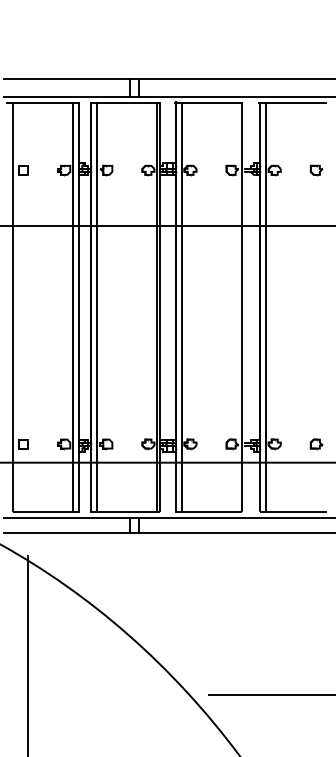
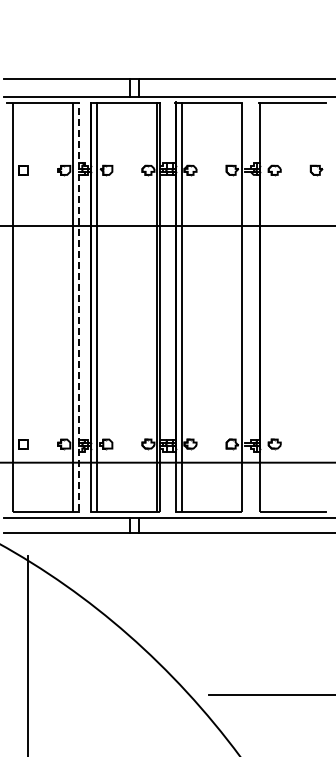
line at (265, 306): present -> none
line at (79, 307): solid -> dashed
part at (316, 444): present -> none
